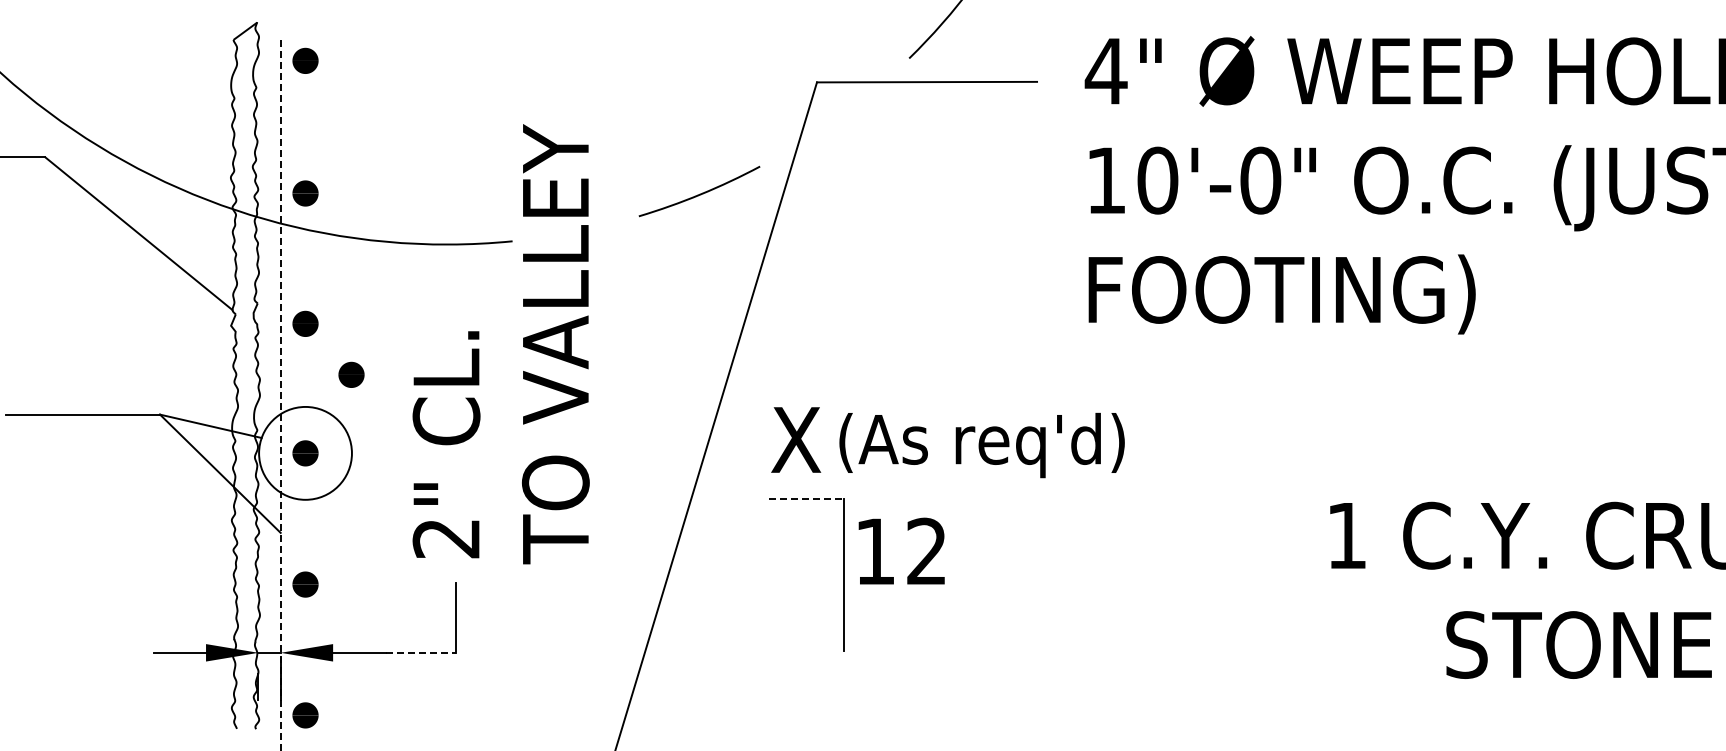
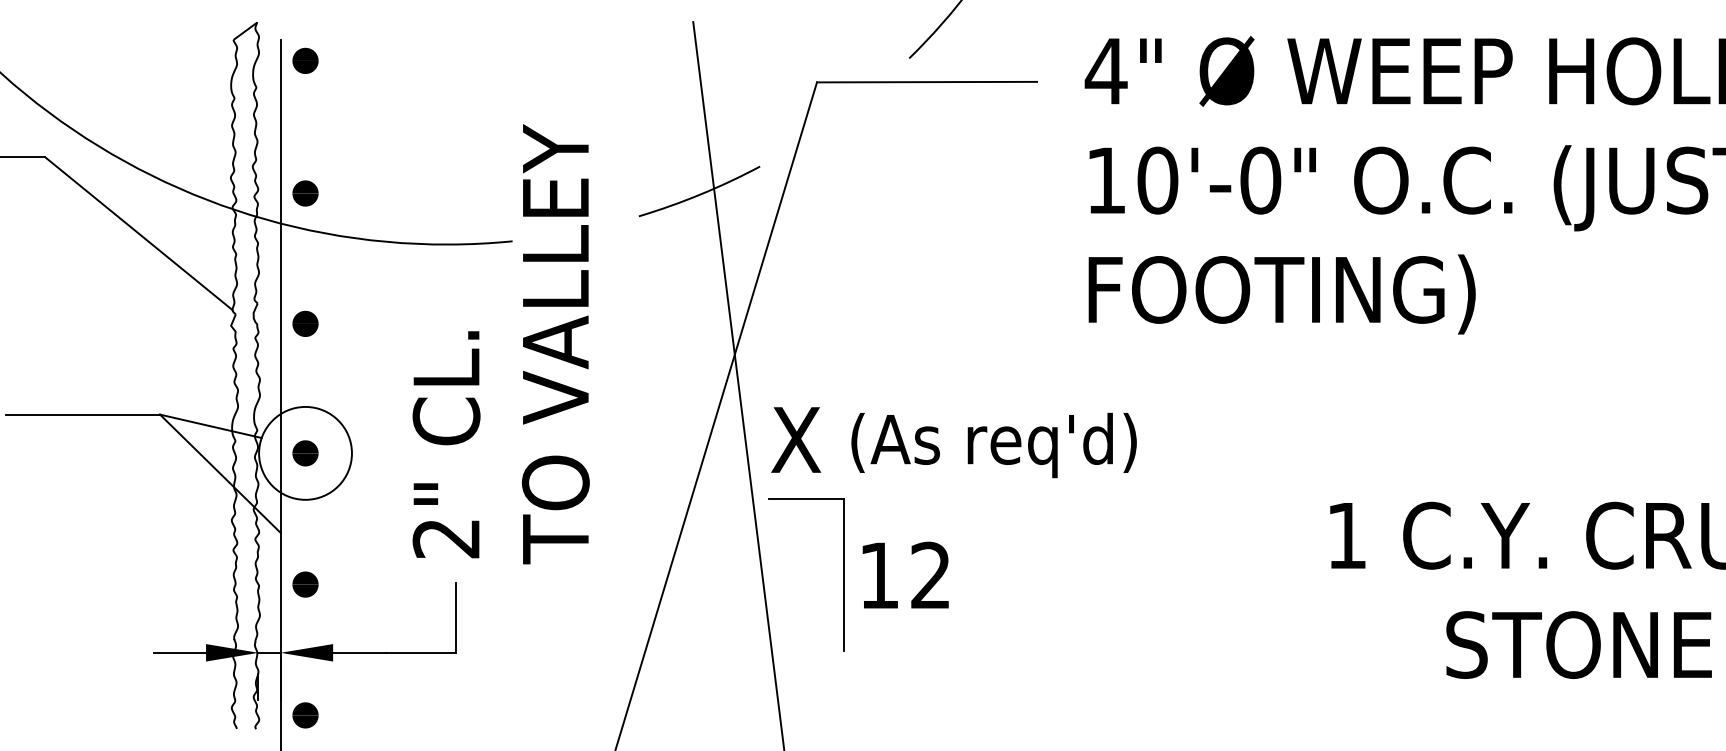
part at (351, 374): present -> none
line at (738, 384): none -> present
line at (280, 395): dashed -> solid
text at (981, 445) position: (981, 445) -> (993, 445)
line at (806, 499): dashed -> solid
text at (901, 550) position: (901, 550) -> (905, 574)
line at (421, 652): dashed -> solid
